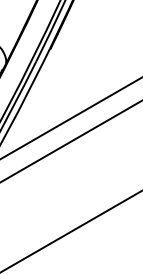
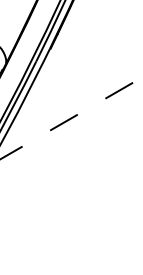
line at (71, 118): solid -> dashed
line at (70, 141): present -> none
line at (70, 231): present -> none
